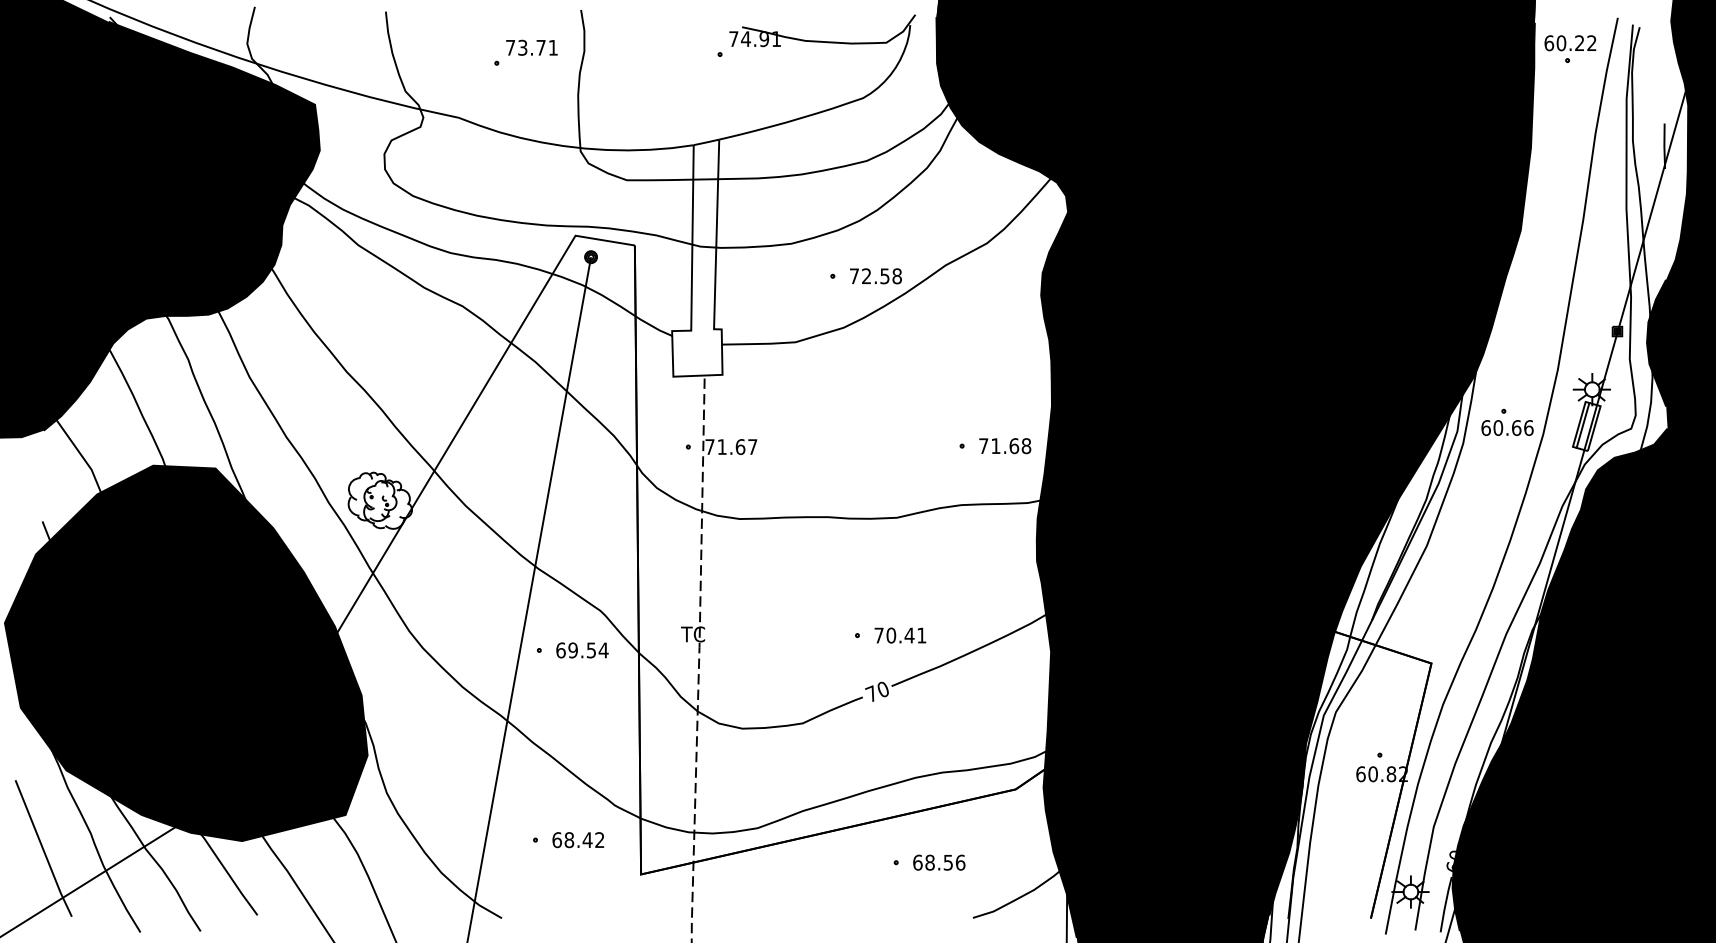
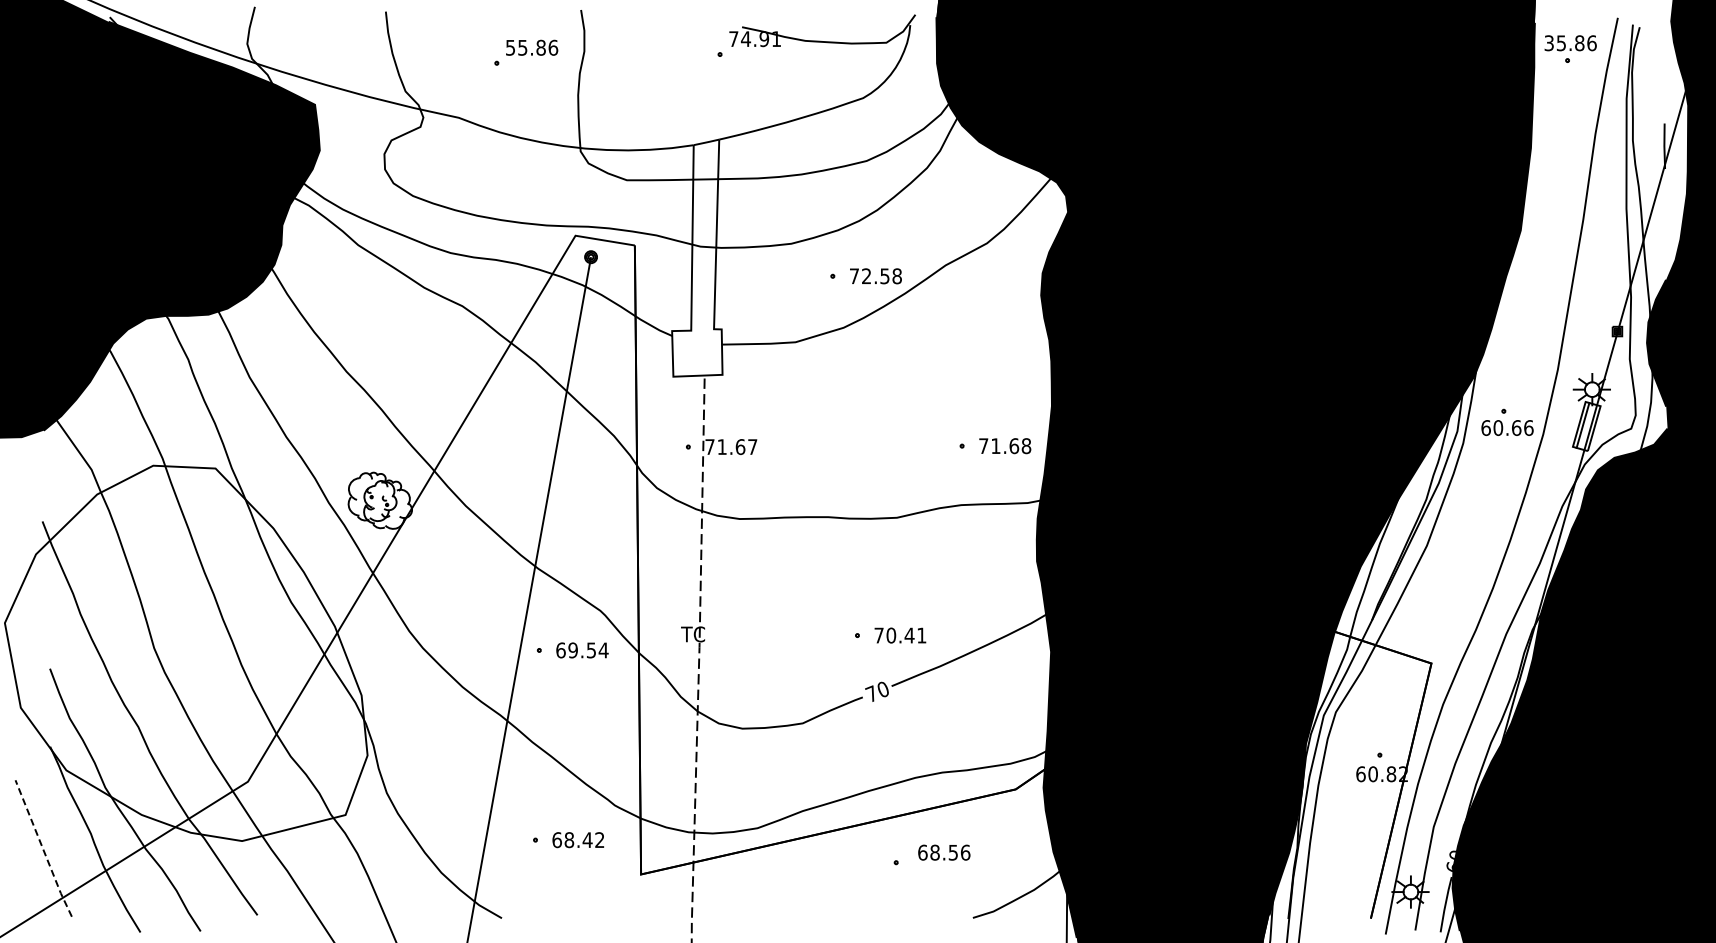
text at (1570, 43): 60.22 -> 35.86
text at (532, 47): 73.71 -> 55.86
fill at (185, 653): present -> none
line at (43, 848): solid -> dashed
text at (939, 862) position: (939, 862) -> (944, 852)
